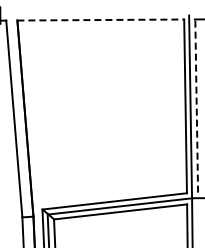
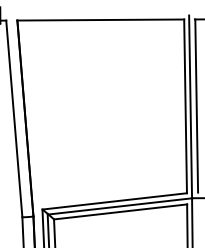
line at (101, 20): dashed -> solid
line at (196, 106): dashed -> solid
